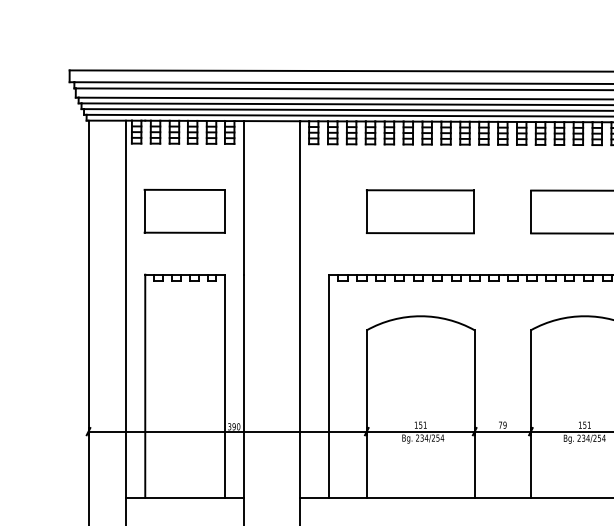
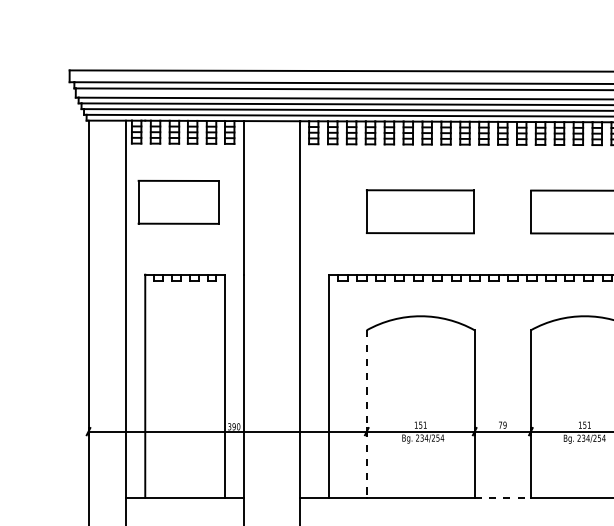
part at (184, 210) position: (184, 210) -> (178, 201)
line at (366, 414): solid -> dashed
line at (503, 497): solid -> dashed
